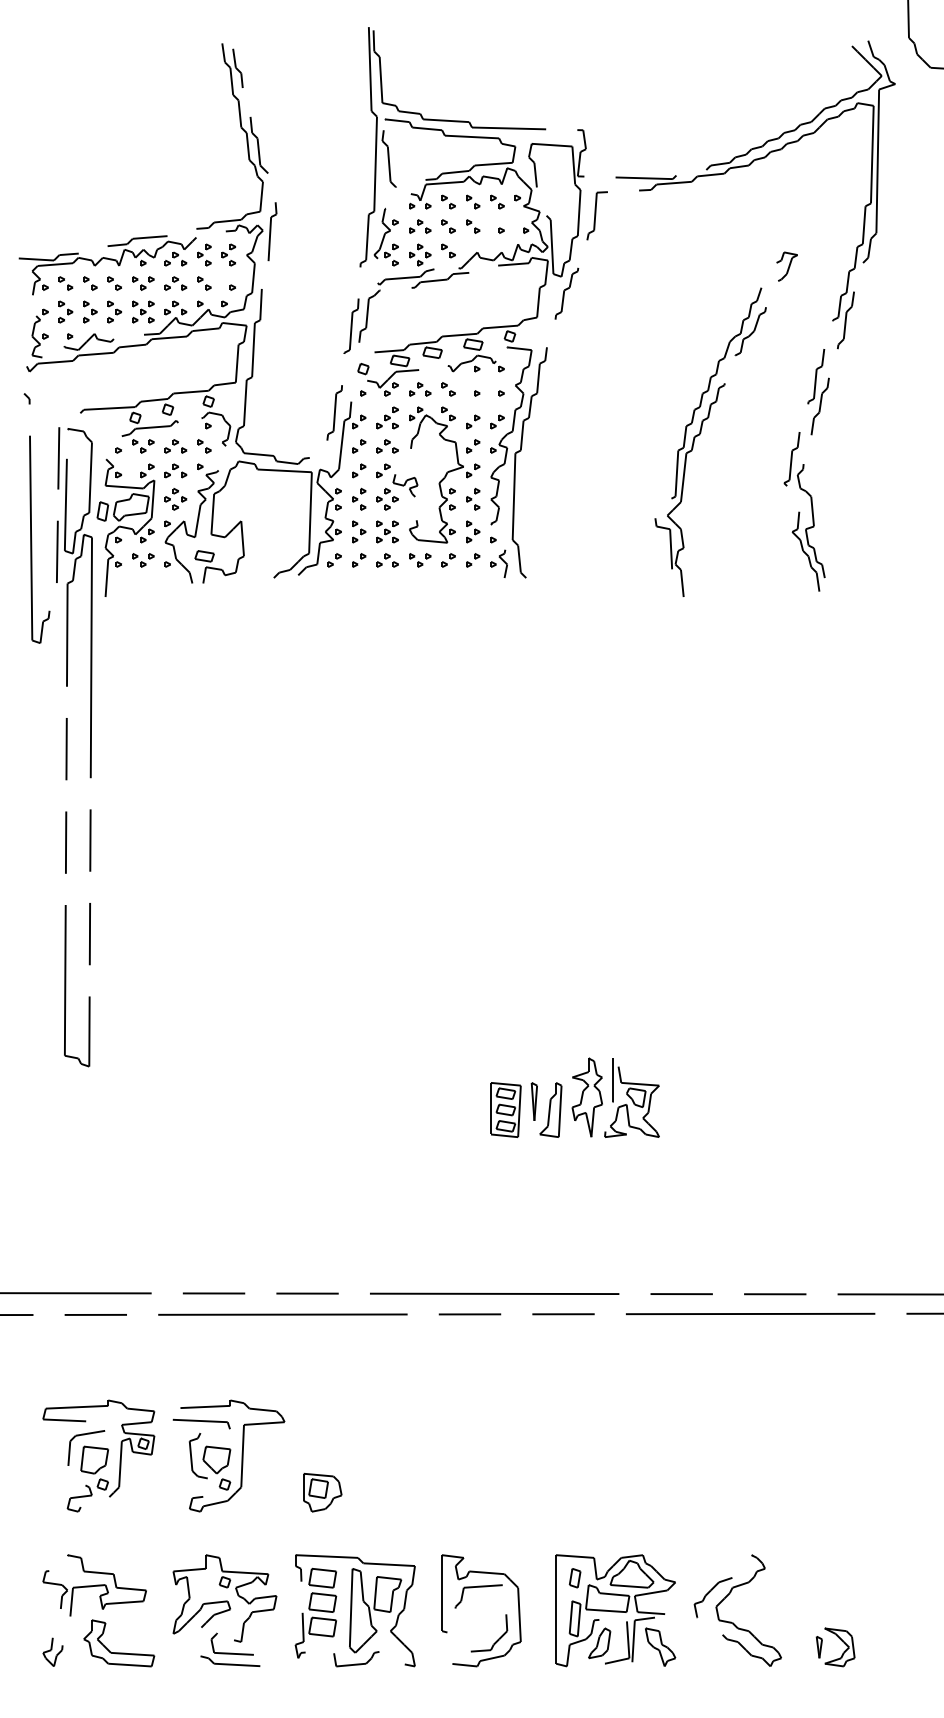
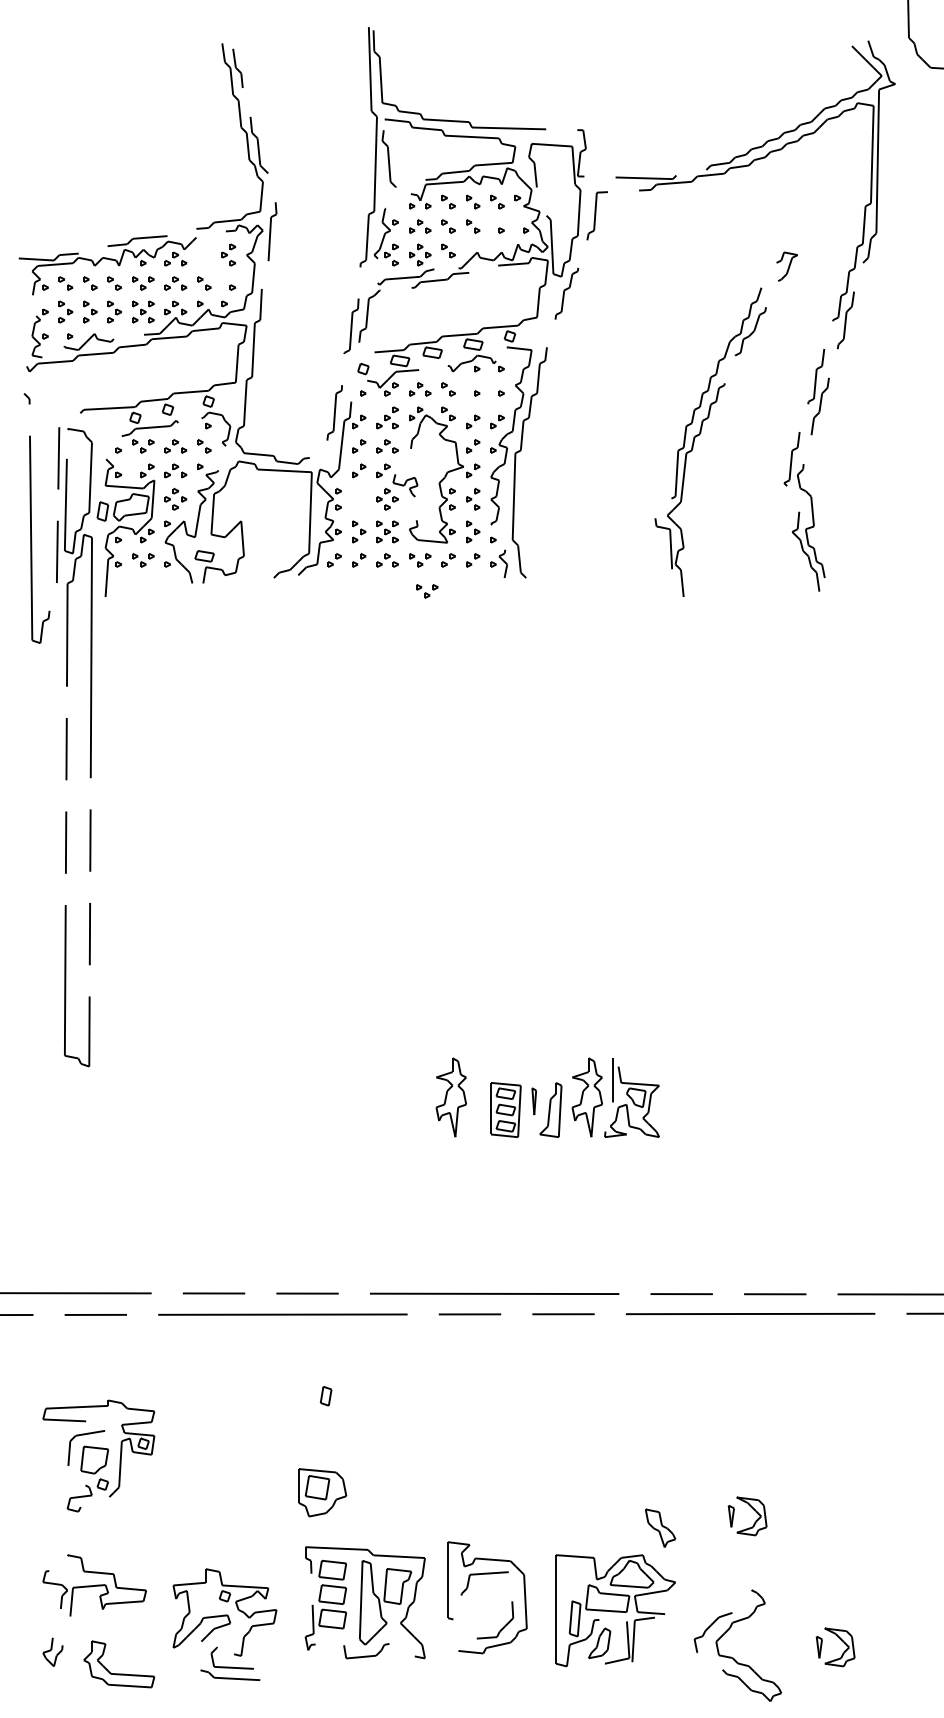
part at (204, 254): present -> none
part at (359, 498): present -> none
part at (427, 591): none -> present
part at (450, 1097): none -> present
part at (533, 1101) size: 8x39 px -> 6x29 px
part at (228, 1455): present -> none
part at (322, 1492) size: 40x41 px -> 50x50 px
part at (753, 1510): none -> present
part at (574, 1578) position: (574, 1578) -> (325, 1396)
part at (462, 1600) position: (462, 1600) -> (468, 1587)
part at (224, 1610) position: (224, 1610) -> (224, 1624)
part at (354, 1610) position: (354, 1610) -> (364, 1602)
part at (731, 1621) position: (731, 1621) -> (731, 1656)
part at (660, 1646) position: (660, 1646) -> (660, 1527)
part at (119, 1652) position: (119, 1652) -> (119, 1673)
